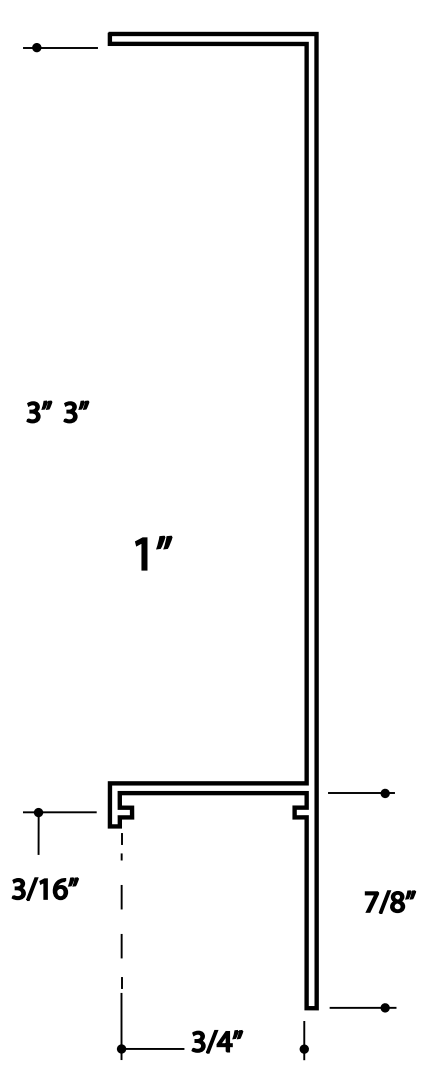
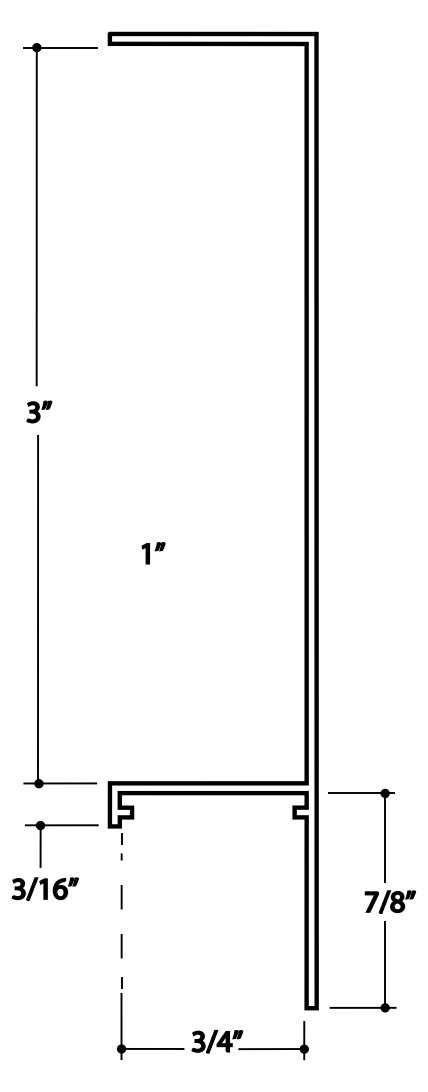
line at (36, 216): none -> present
part at (76, 411): present -> none
part at (153, 552) size: 38x36 px -> 25x23 px
part at (38, 611): none -> present
part at (59, 813) position: (59, 813) -> (61, 826)
line at (385, 838): none -> present
line at (385, 964): none -> present
line at (271, 1049): none -> present
